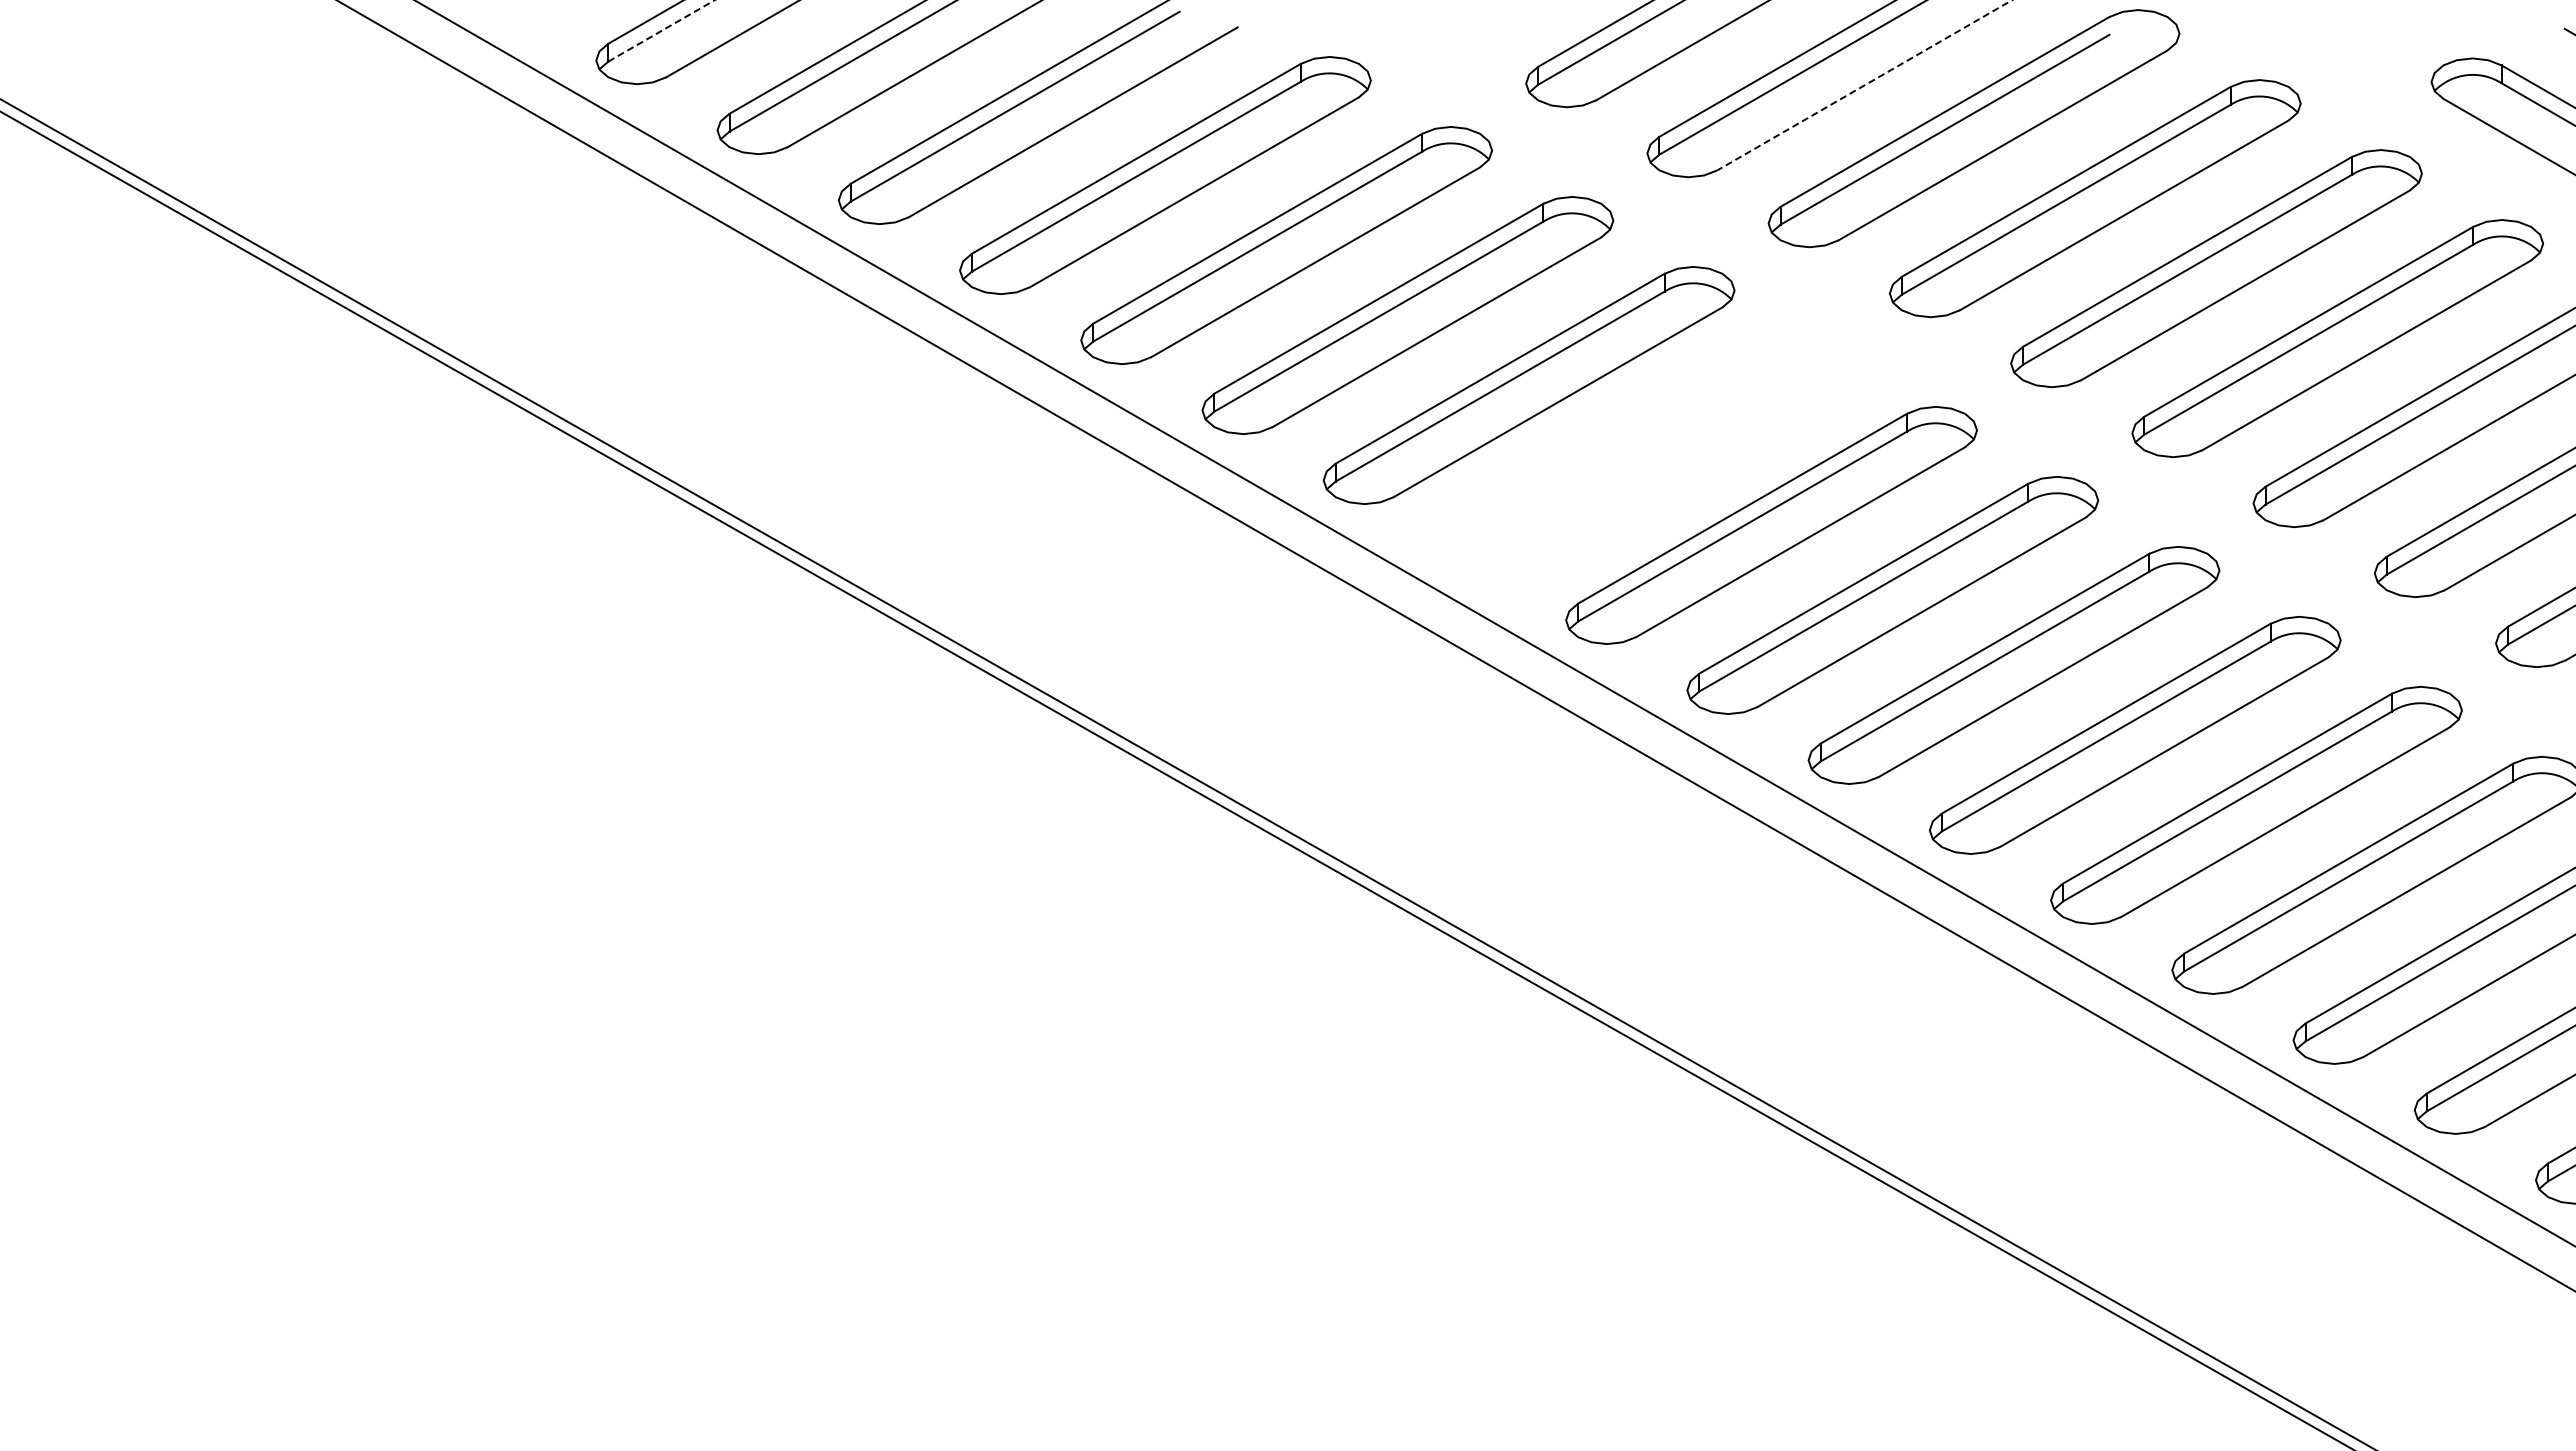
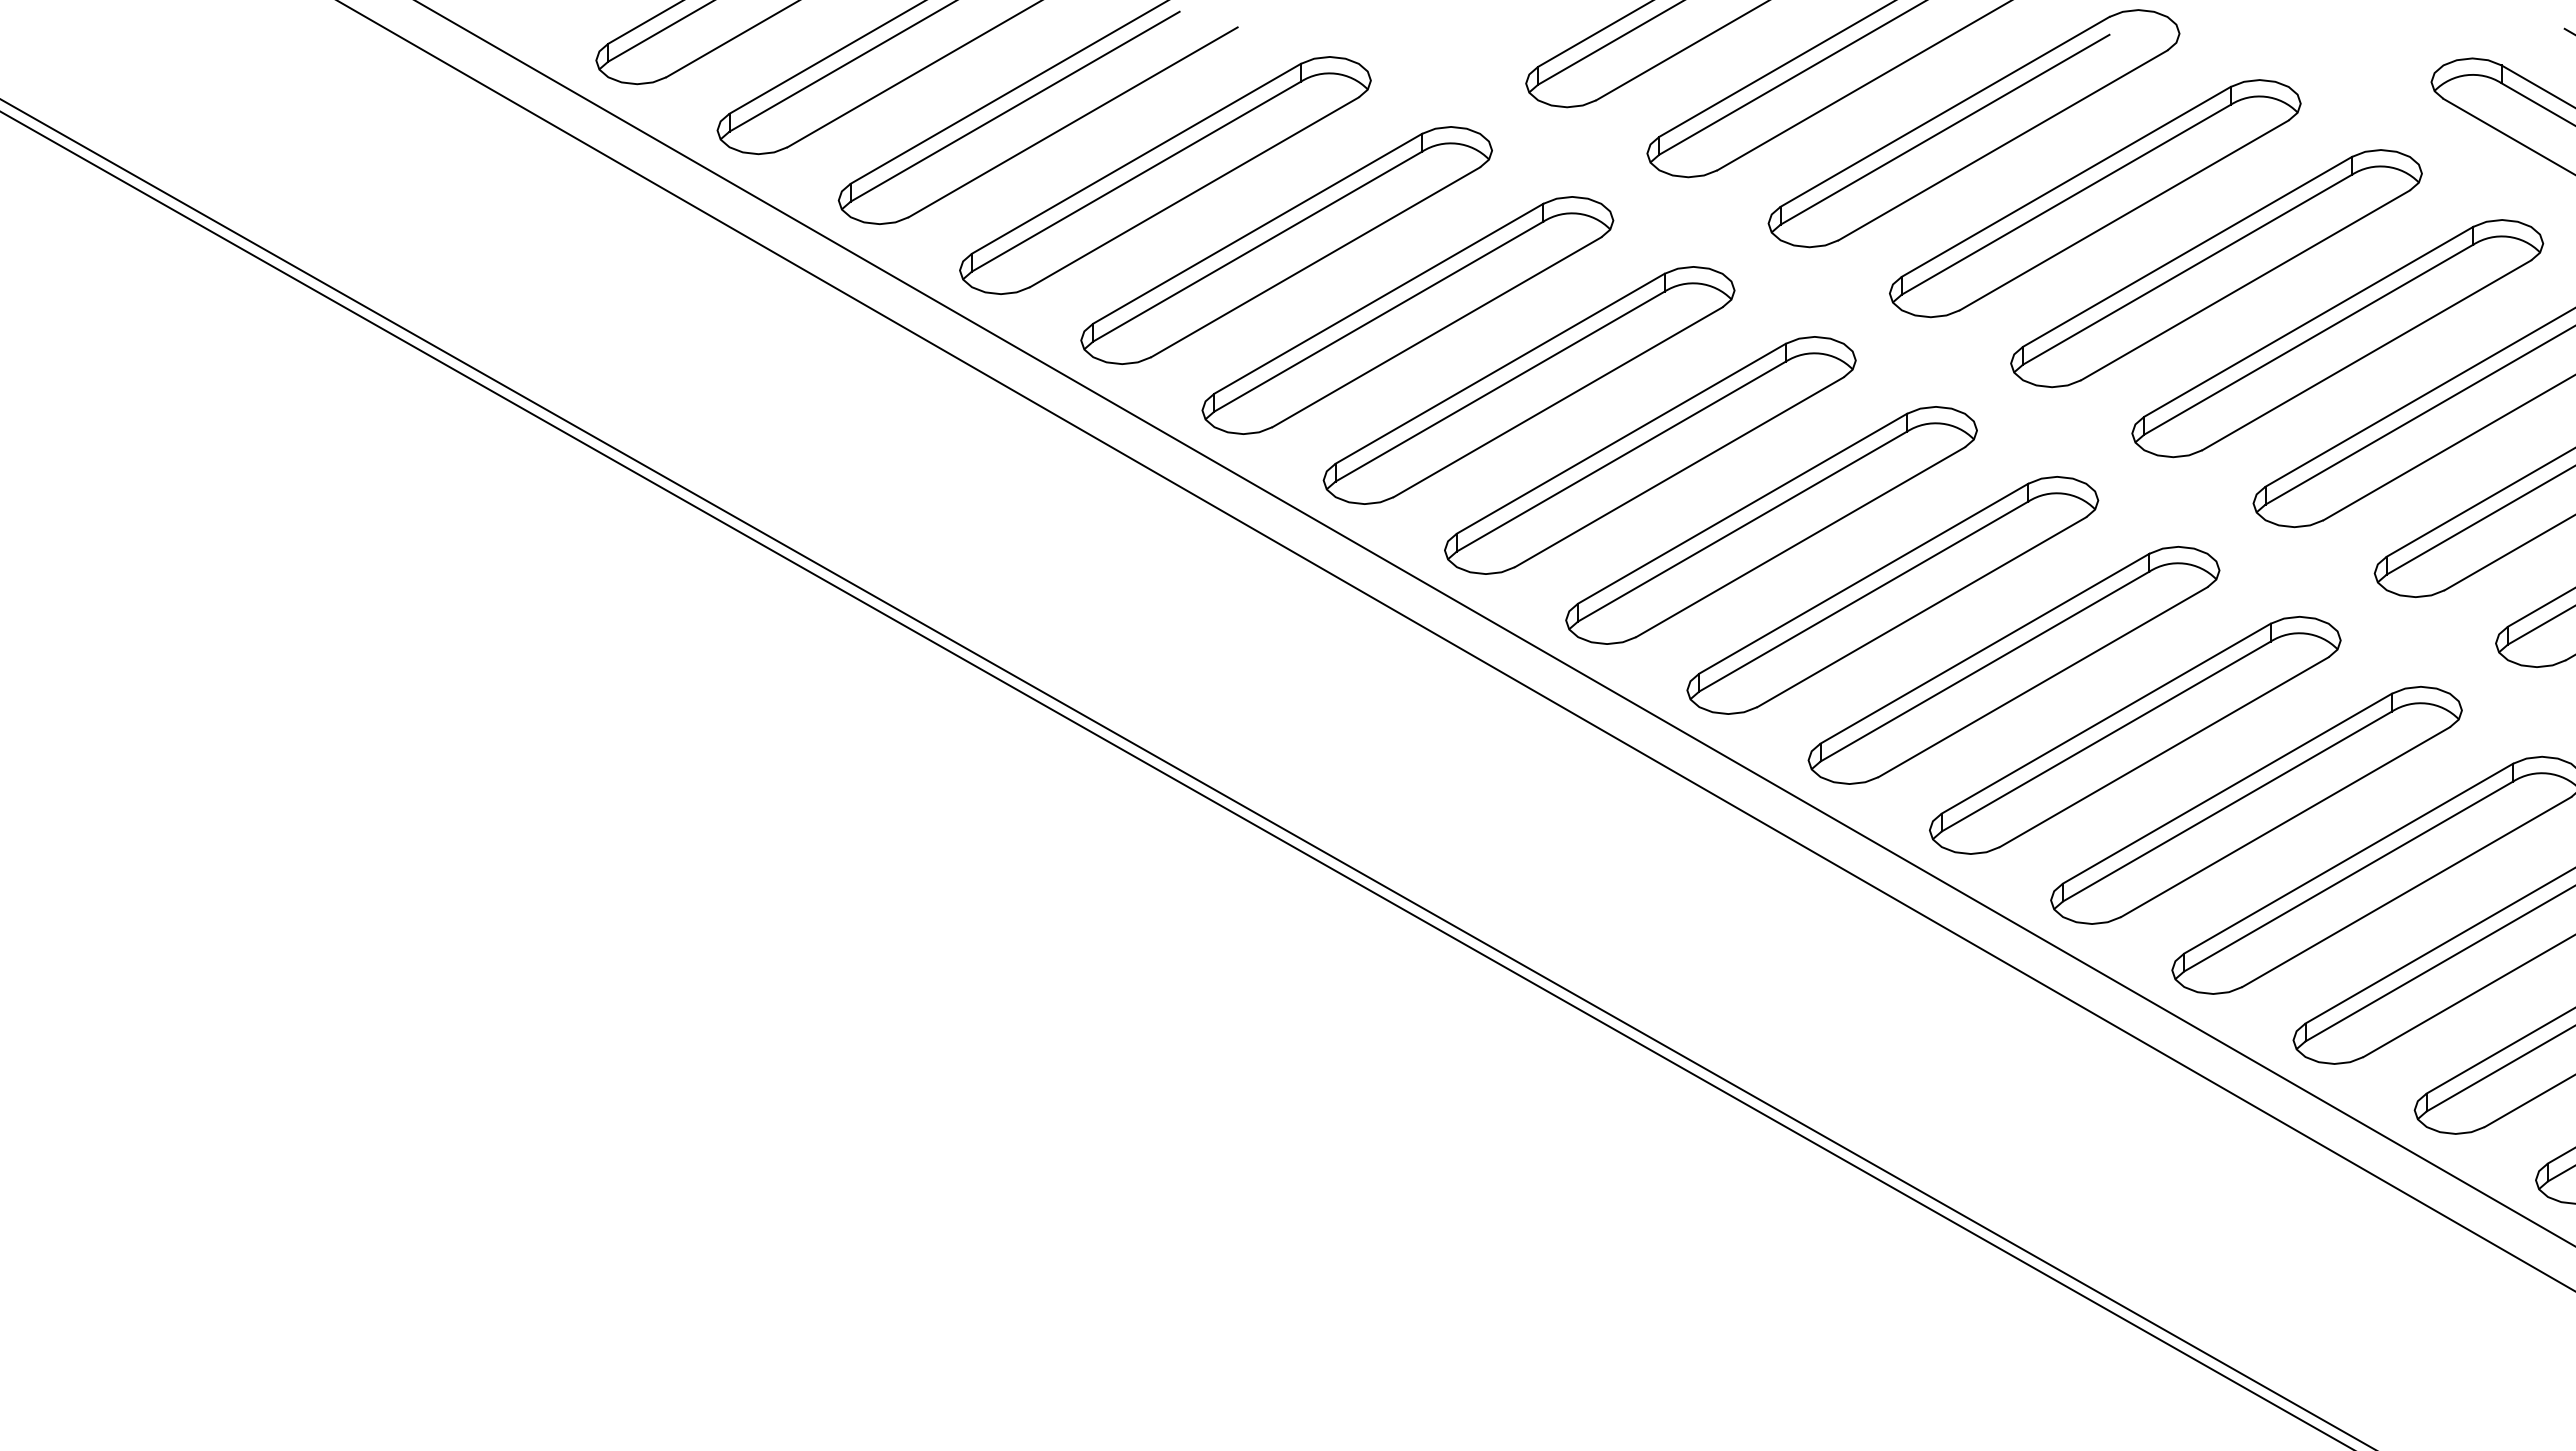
line at (661, 30): dashed -> solid
line at (1864, 85): dashed -> solid
part at (1650, 455): none -> present
